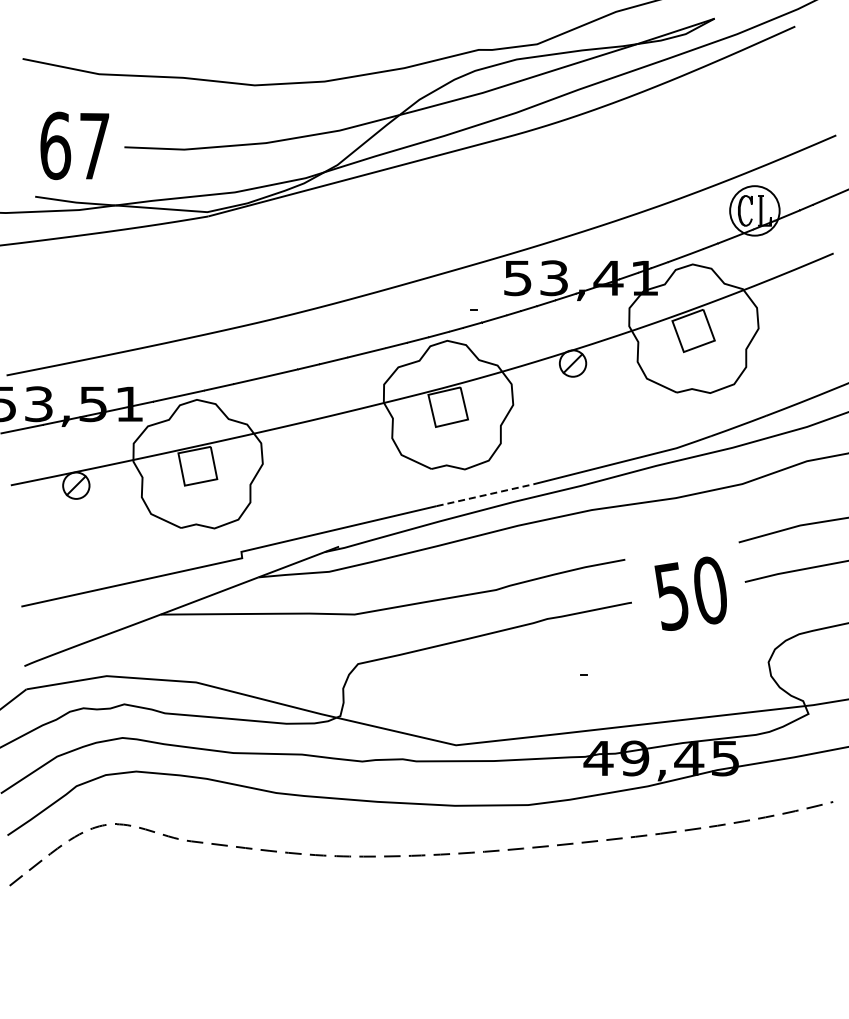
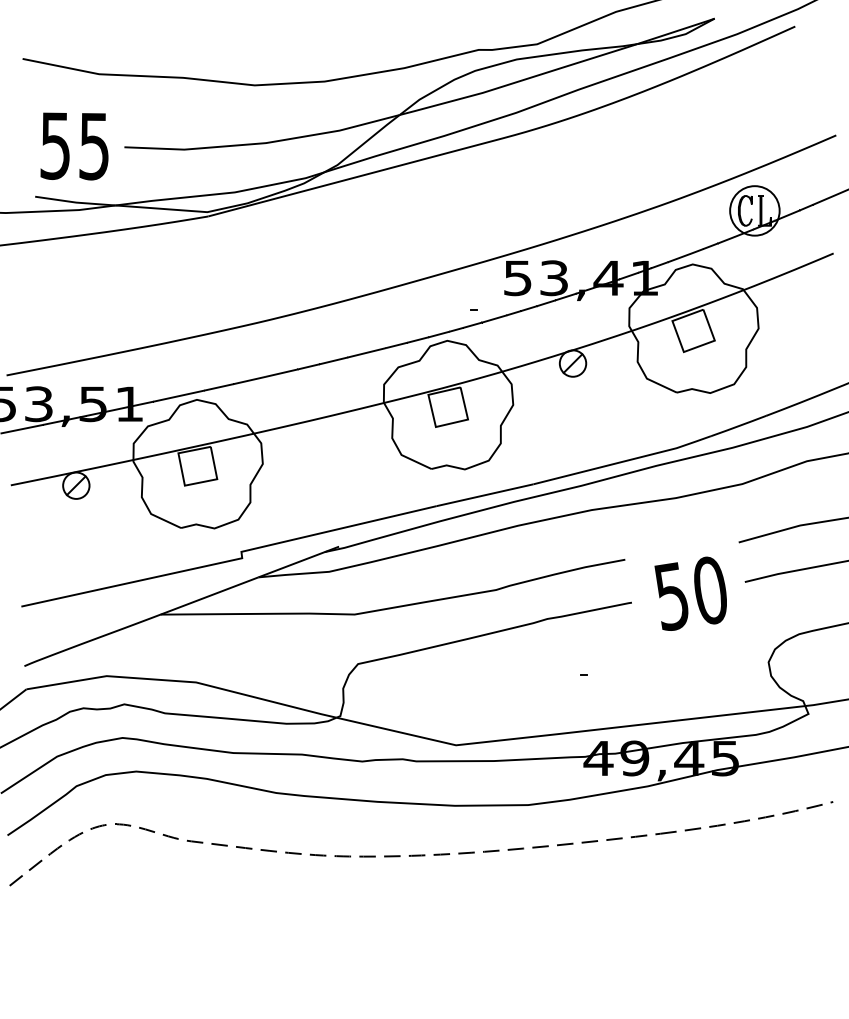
text at (74, 145): 67 -> 55
line at (485, 495): dashed -> solid
